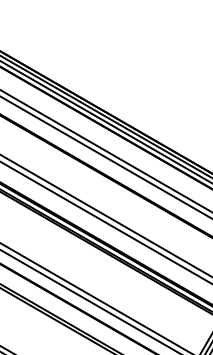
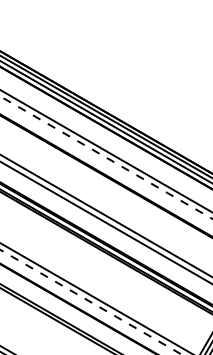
line at (106, 157): solid -> dashed
line at (90, 302): solid -> dashed
